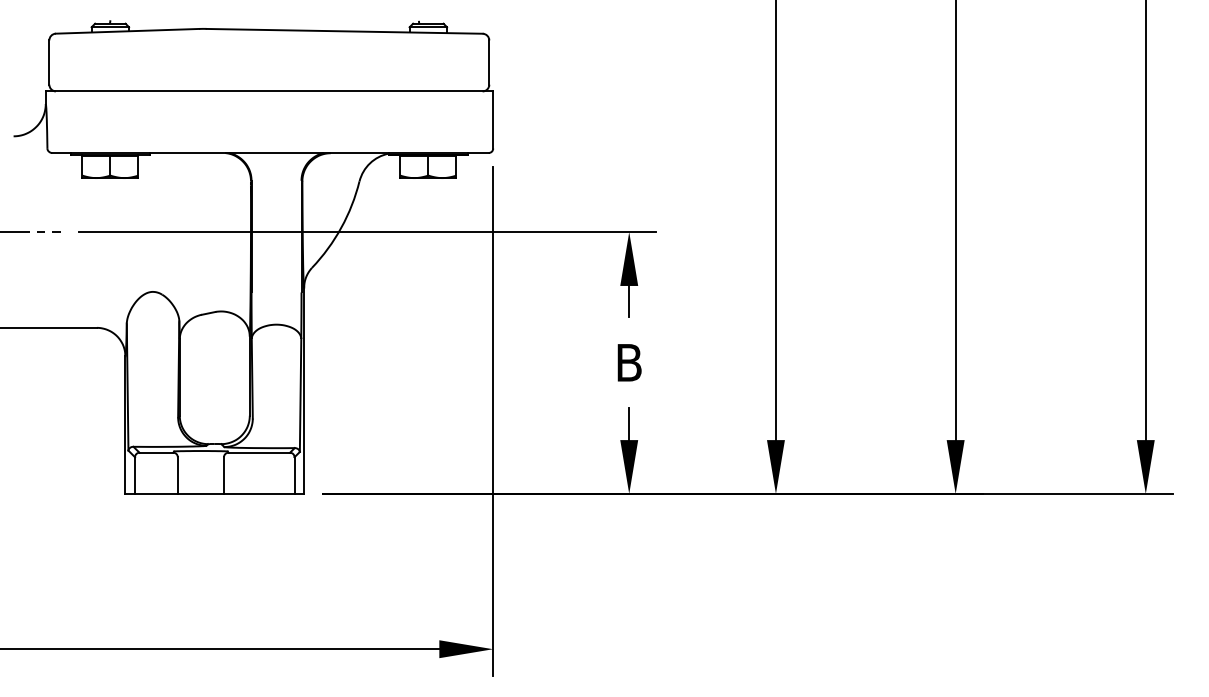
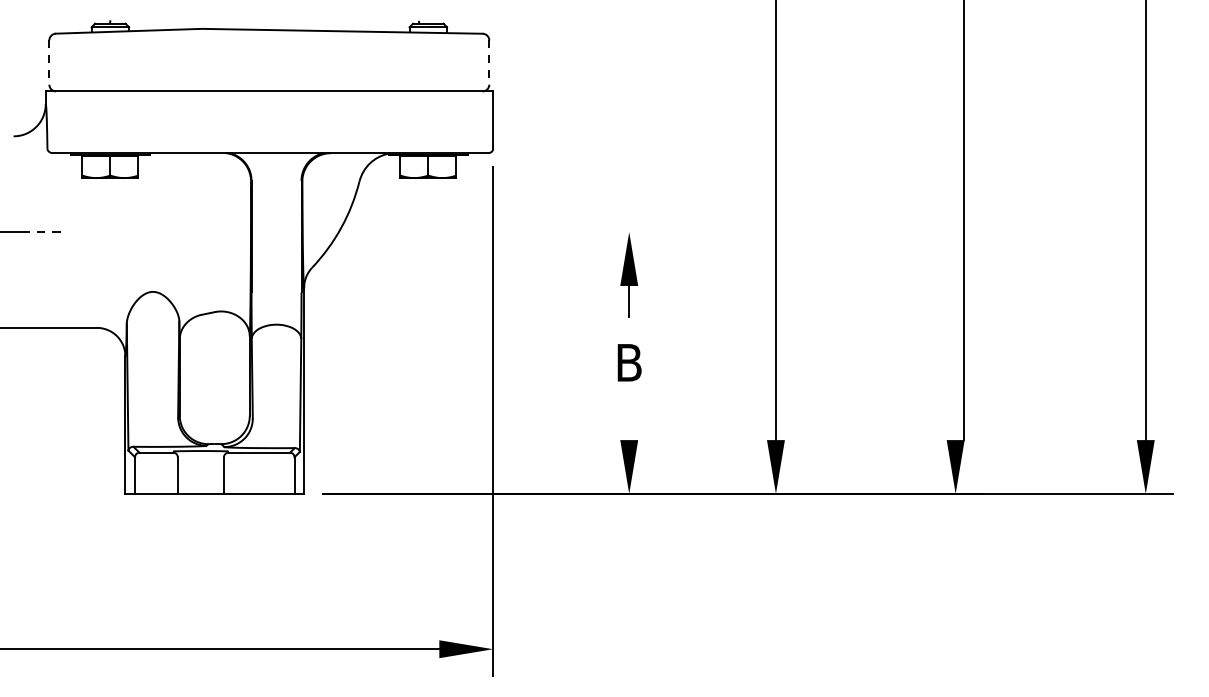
line at (49, 63): solid -> dashed
line at (489, 63): solid -> dashed
line at (955, 221) position: (955, 221) -> (963, 221)
line at (367, 232): present -> none
line at (629, 424): present -> none
